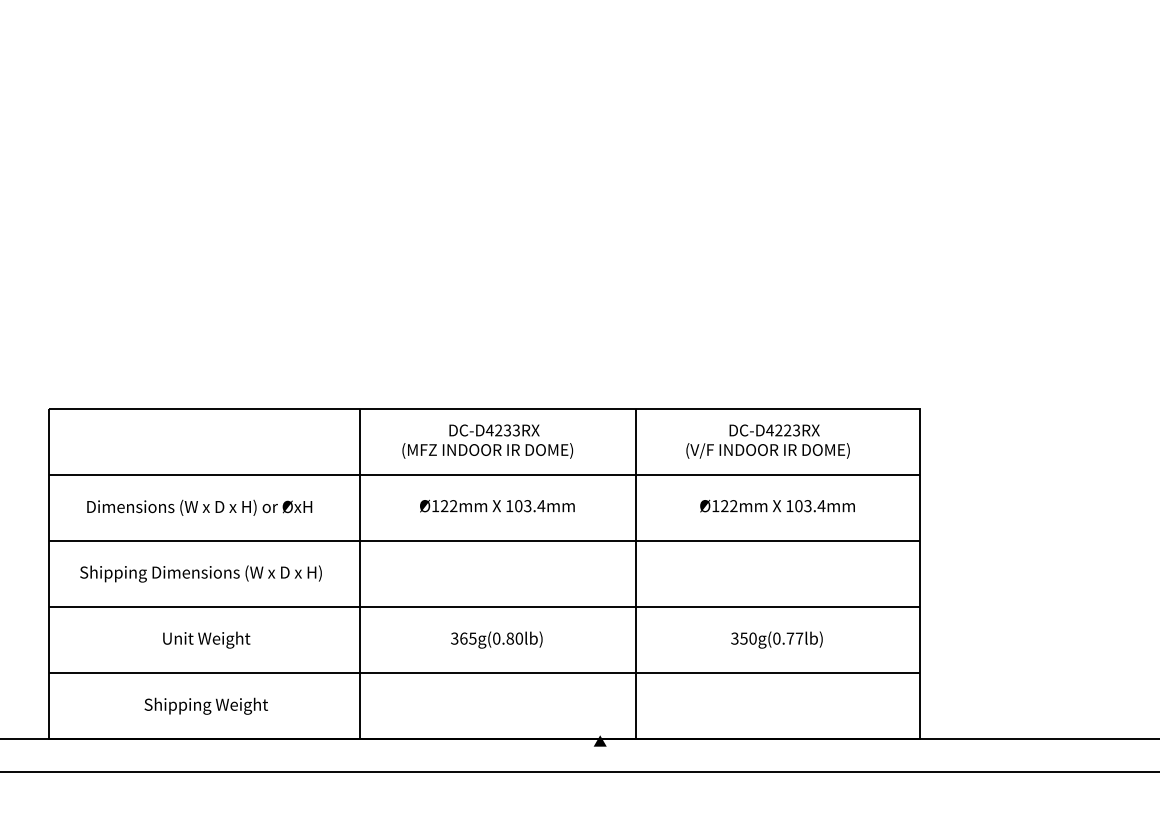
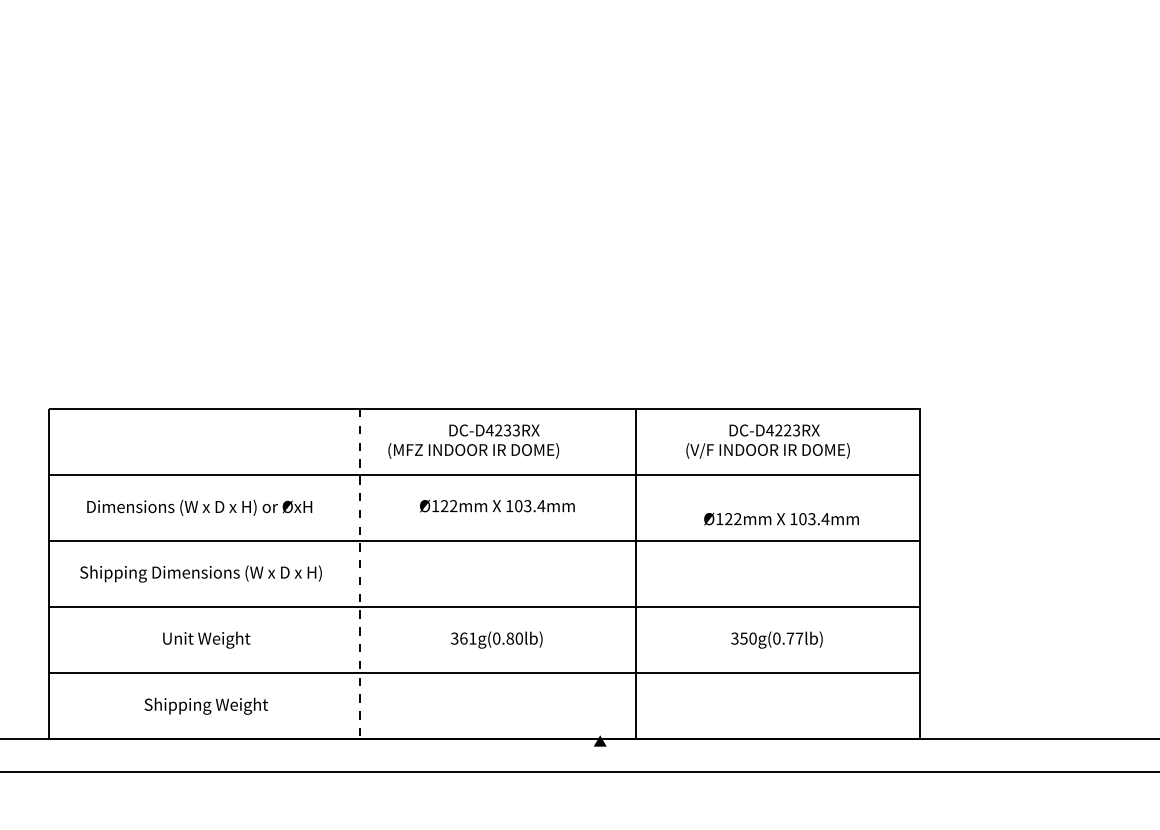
text at (487, 450) position: (487, 450) -> (473, 450)
text at (777, 505) position: (777, 505) -> (781, 518)
line at (360, 574): solid -> dashed
text at (472, 638): 365g(0.80lb) -> 361g(0.80lb)
